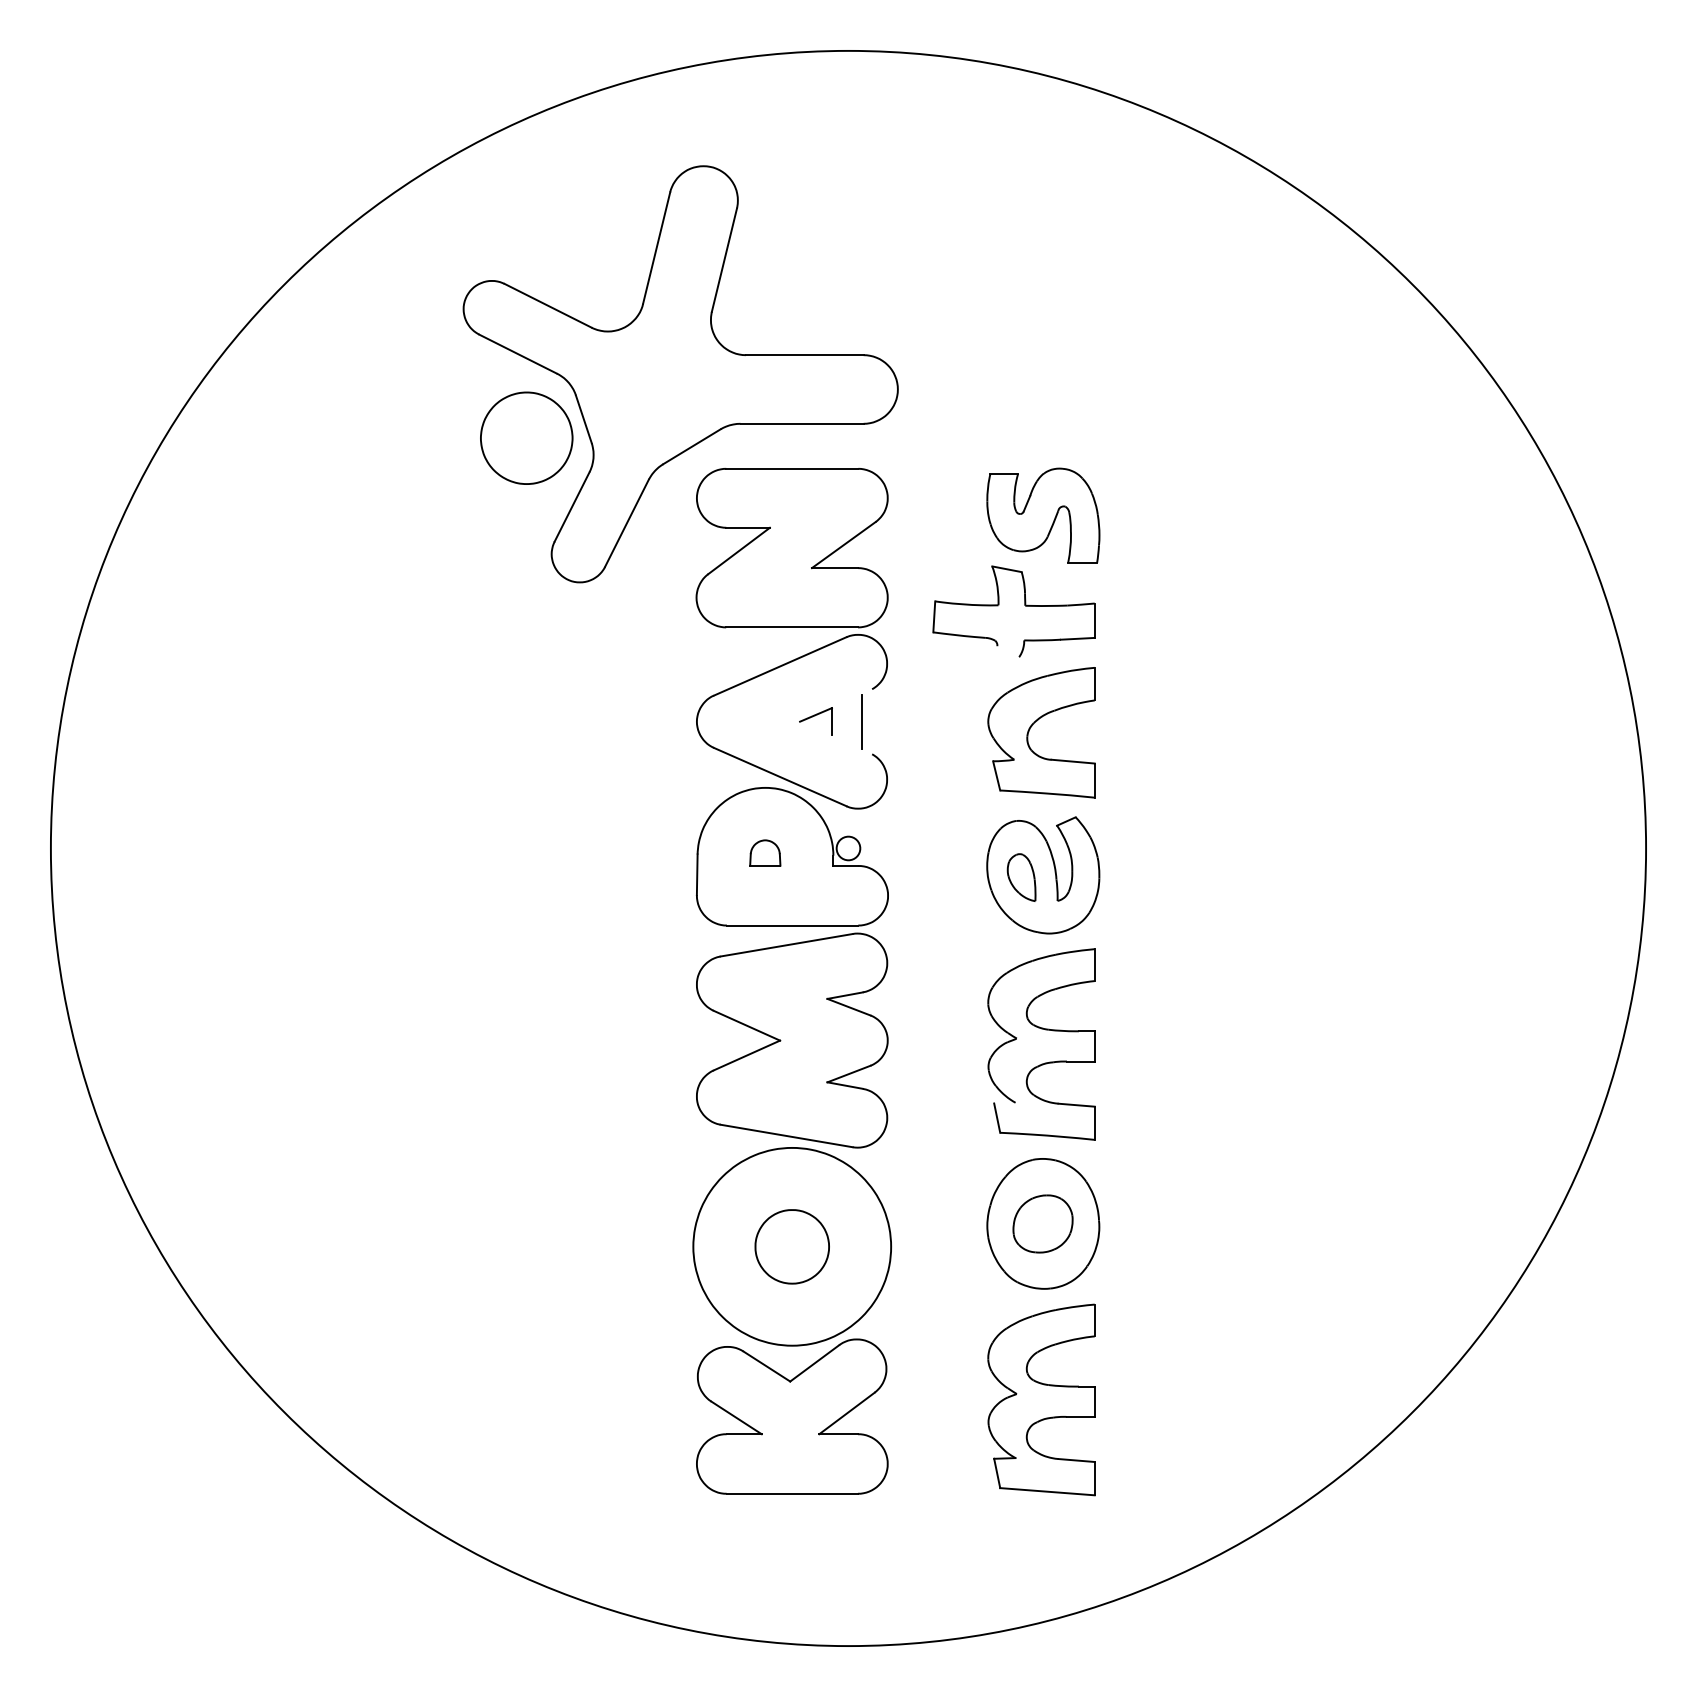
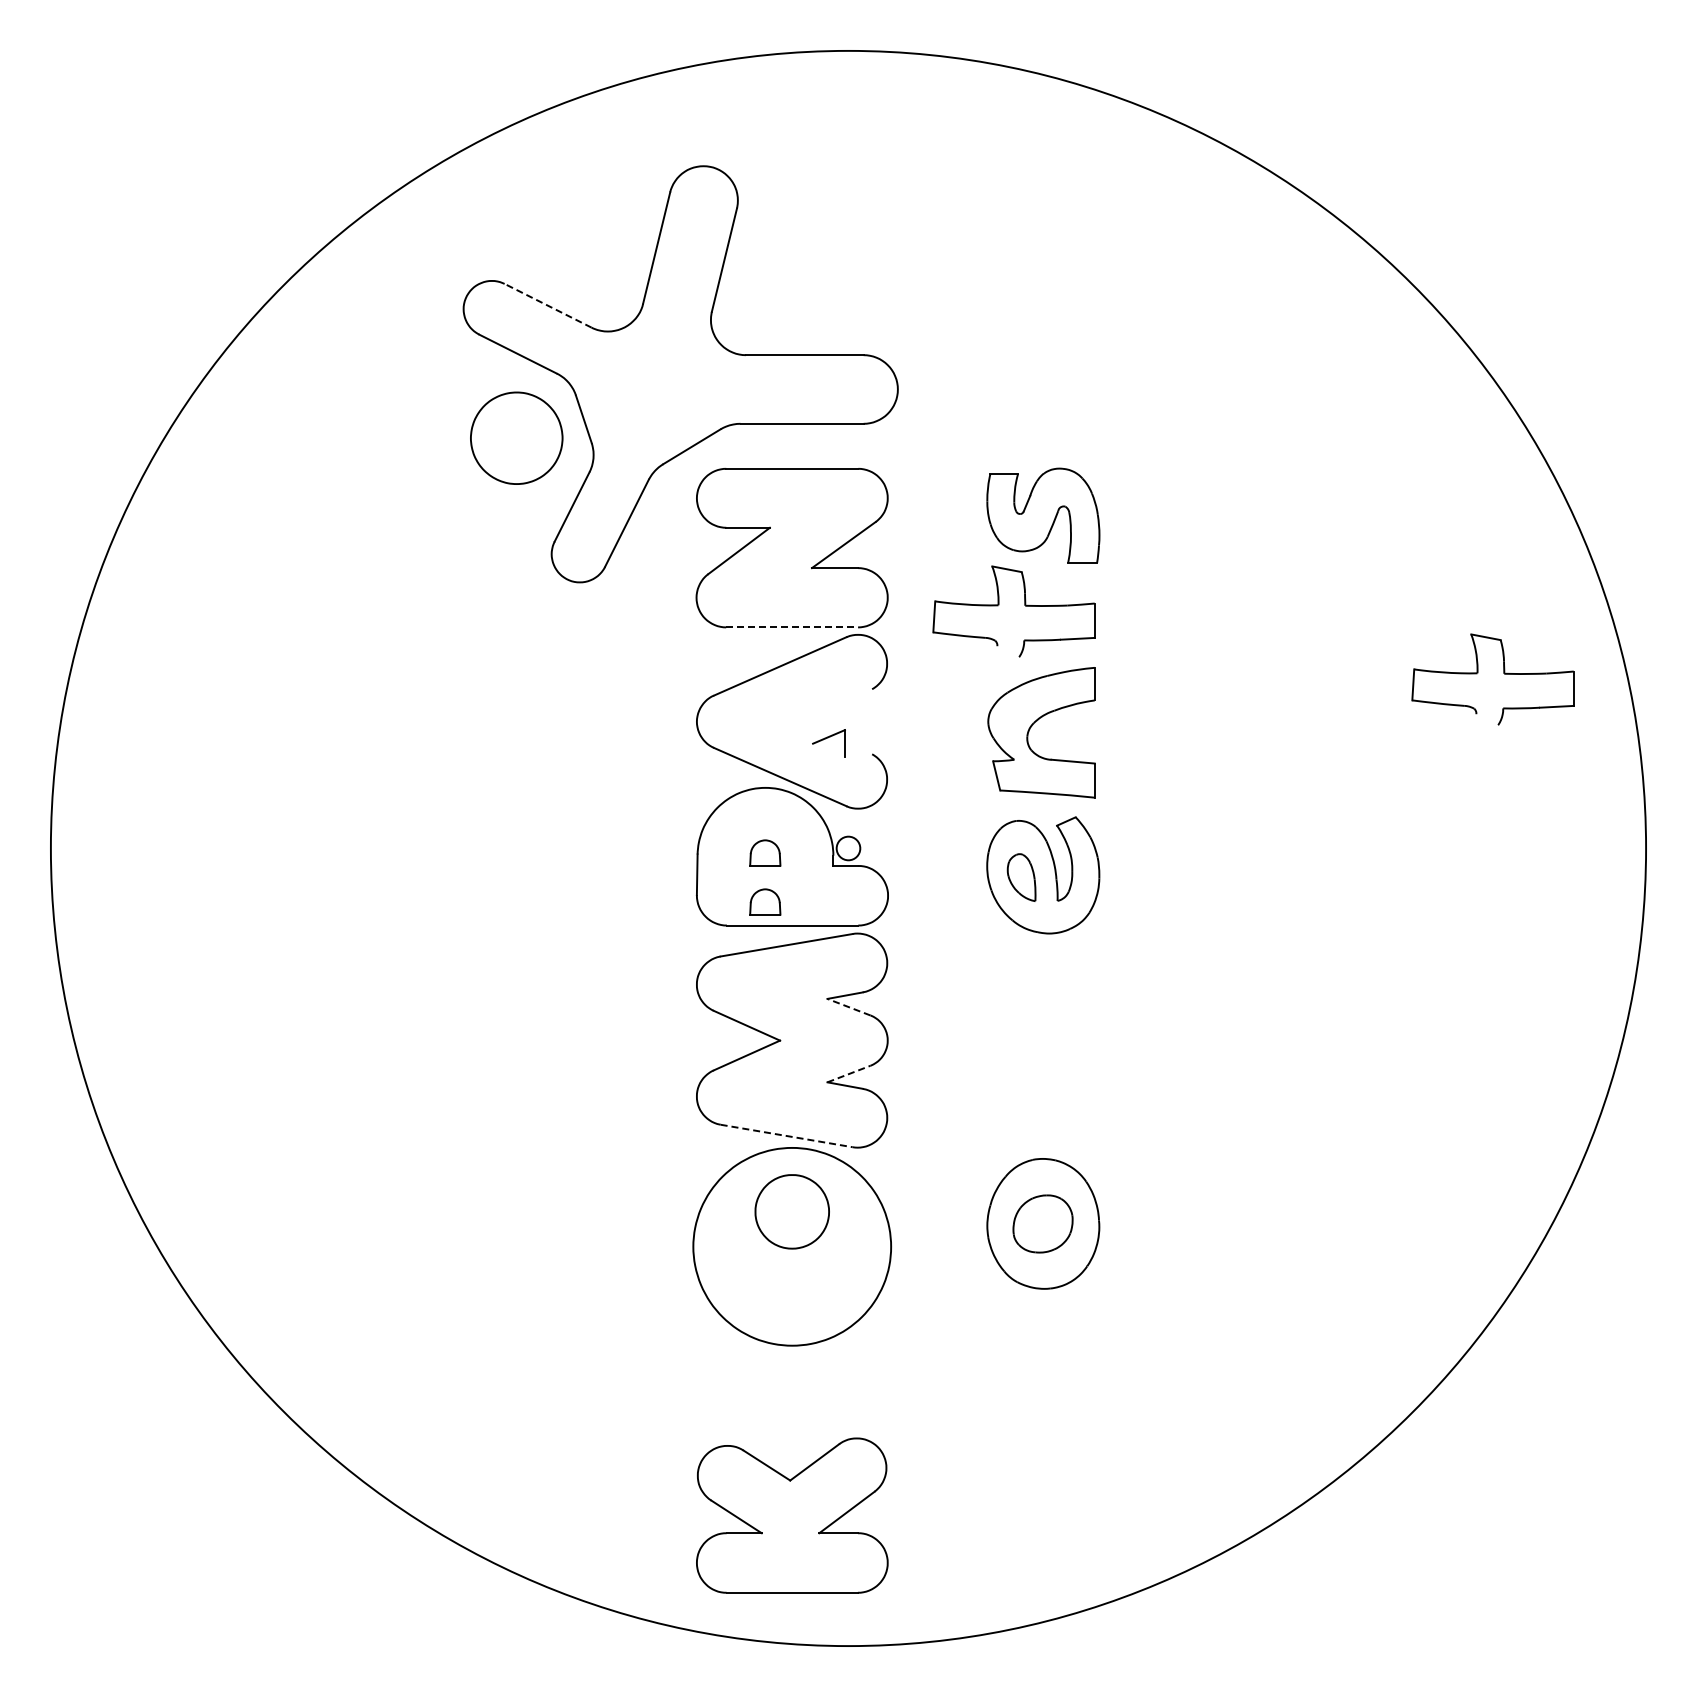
line at (548, 305): solid -> dashed
part at (526, 437) position: (526, 437) -> (516, 437)
line at (792, 627): solid -> dashed
part at (1503, 673): none -> present
part at (815, 721) position: (815, 721) -> (828, 743)
line at (862, 721): present -> none
part at (765, 901): none -> present
line at (848, 1007): solid -> dashed
part at (1045, 1030): present -> none
line at (849, 1073): solid -> dashed
line at (786, 1135): solid -> dashed
part at (791, 1246) position: (791, 1246) -> (791, 1211)
part at (1041, 1399): present -> none
part at (792, 1416) position: (792, 1416) -> (792, 1515)
